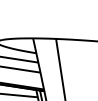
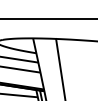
line at (48, 18): none -> present
